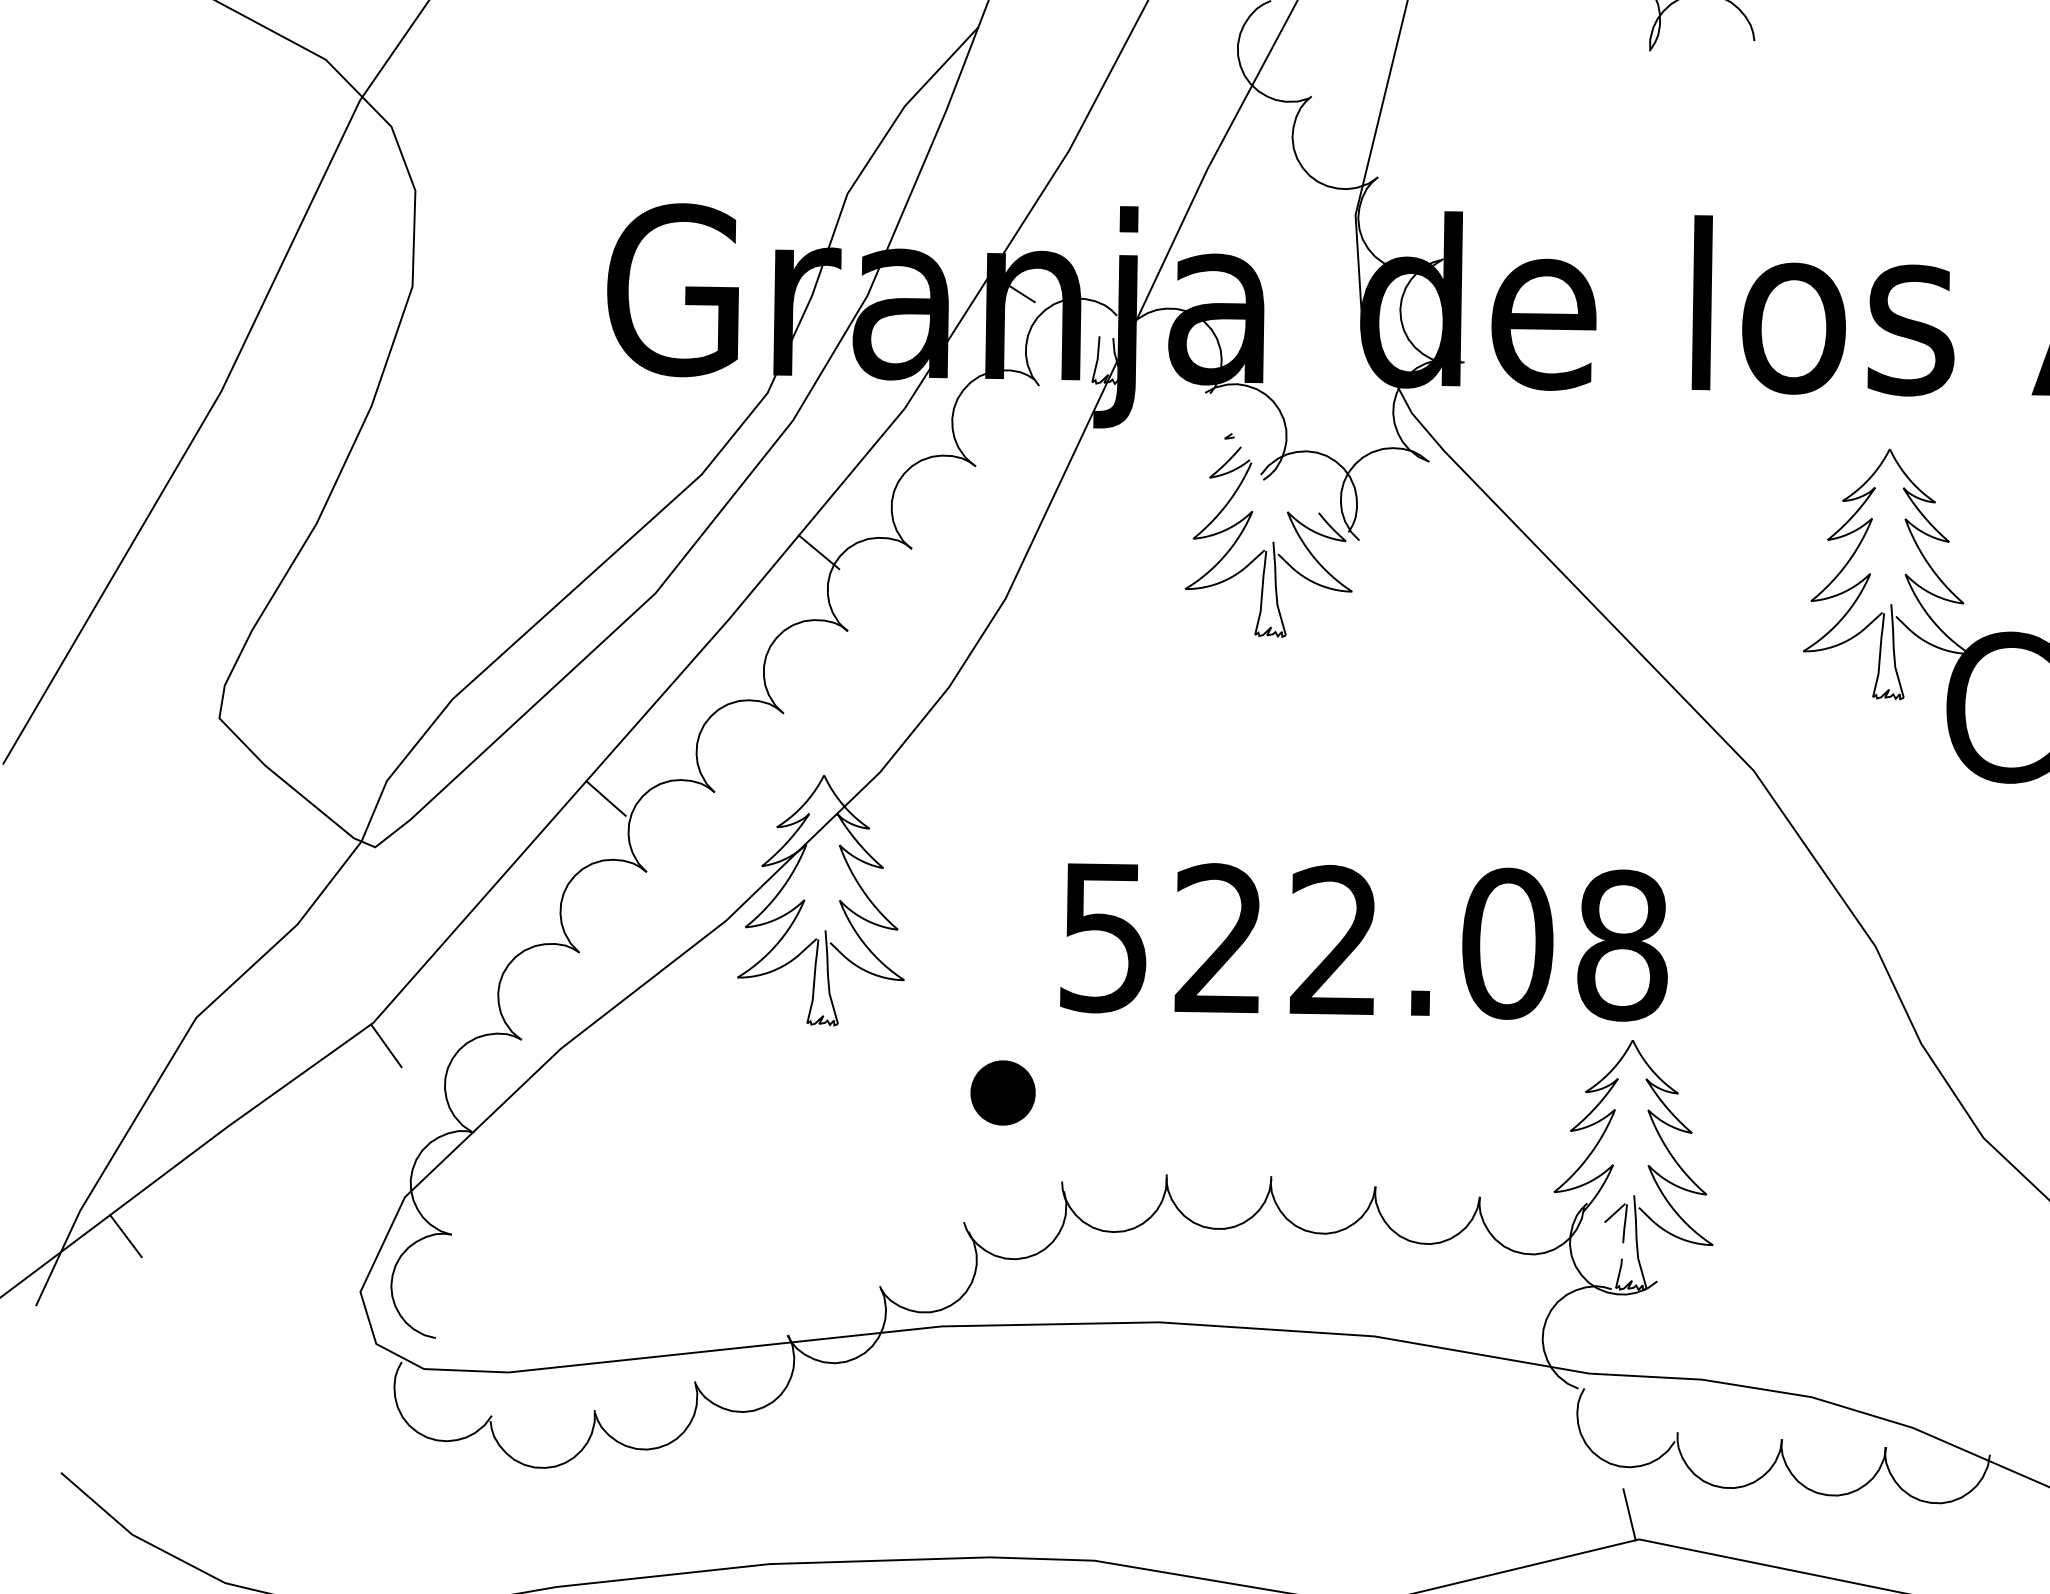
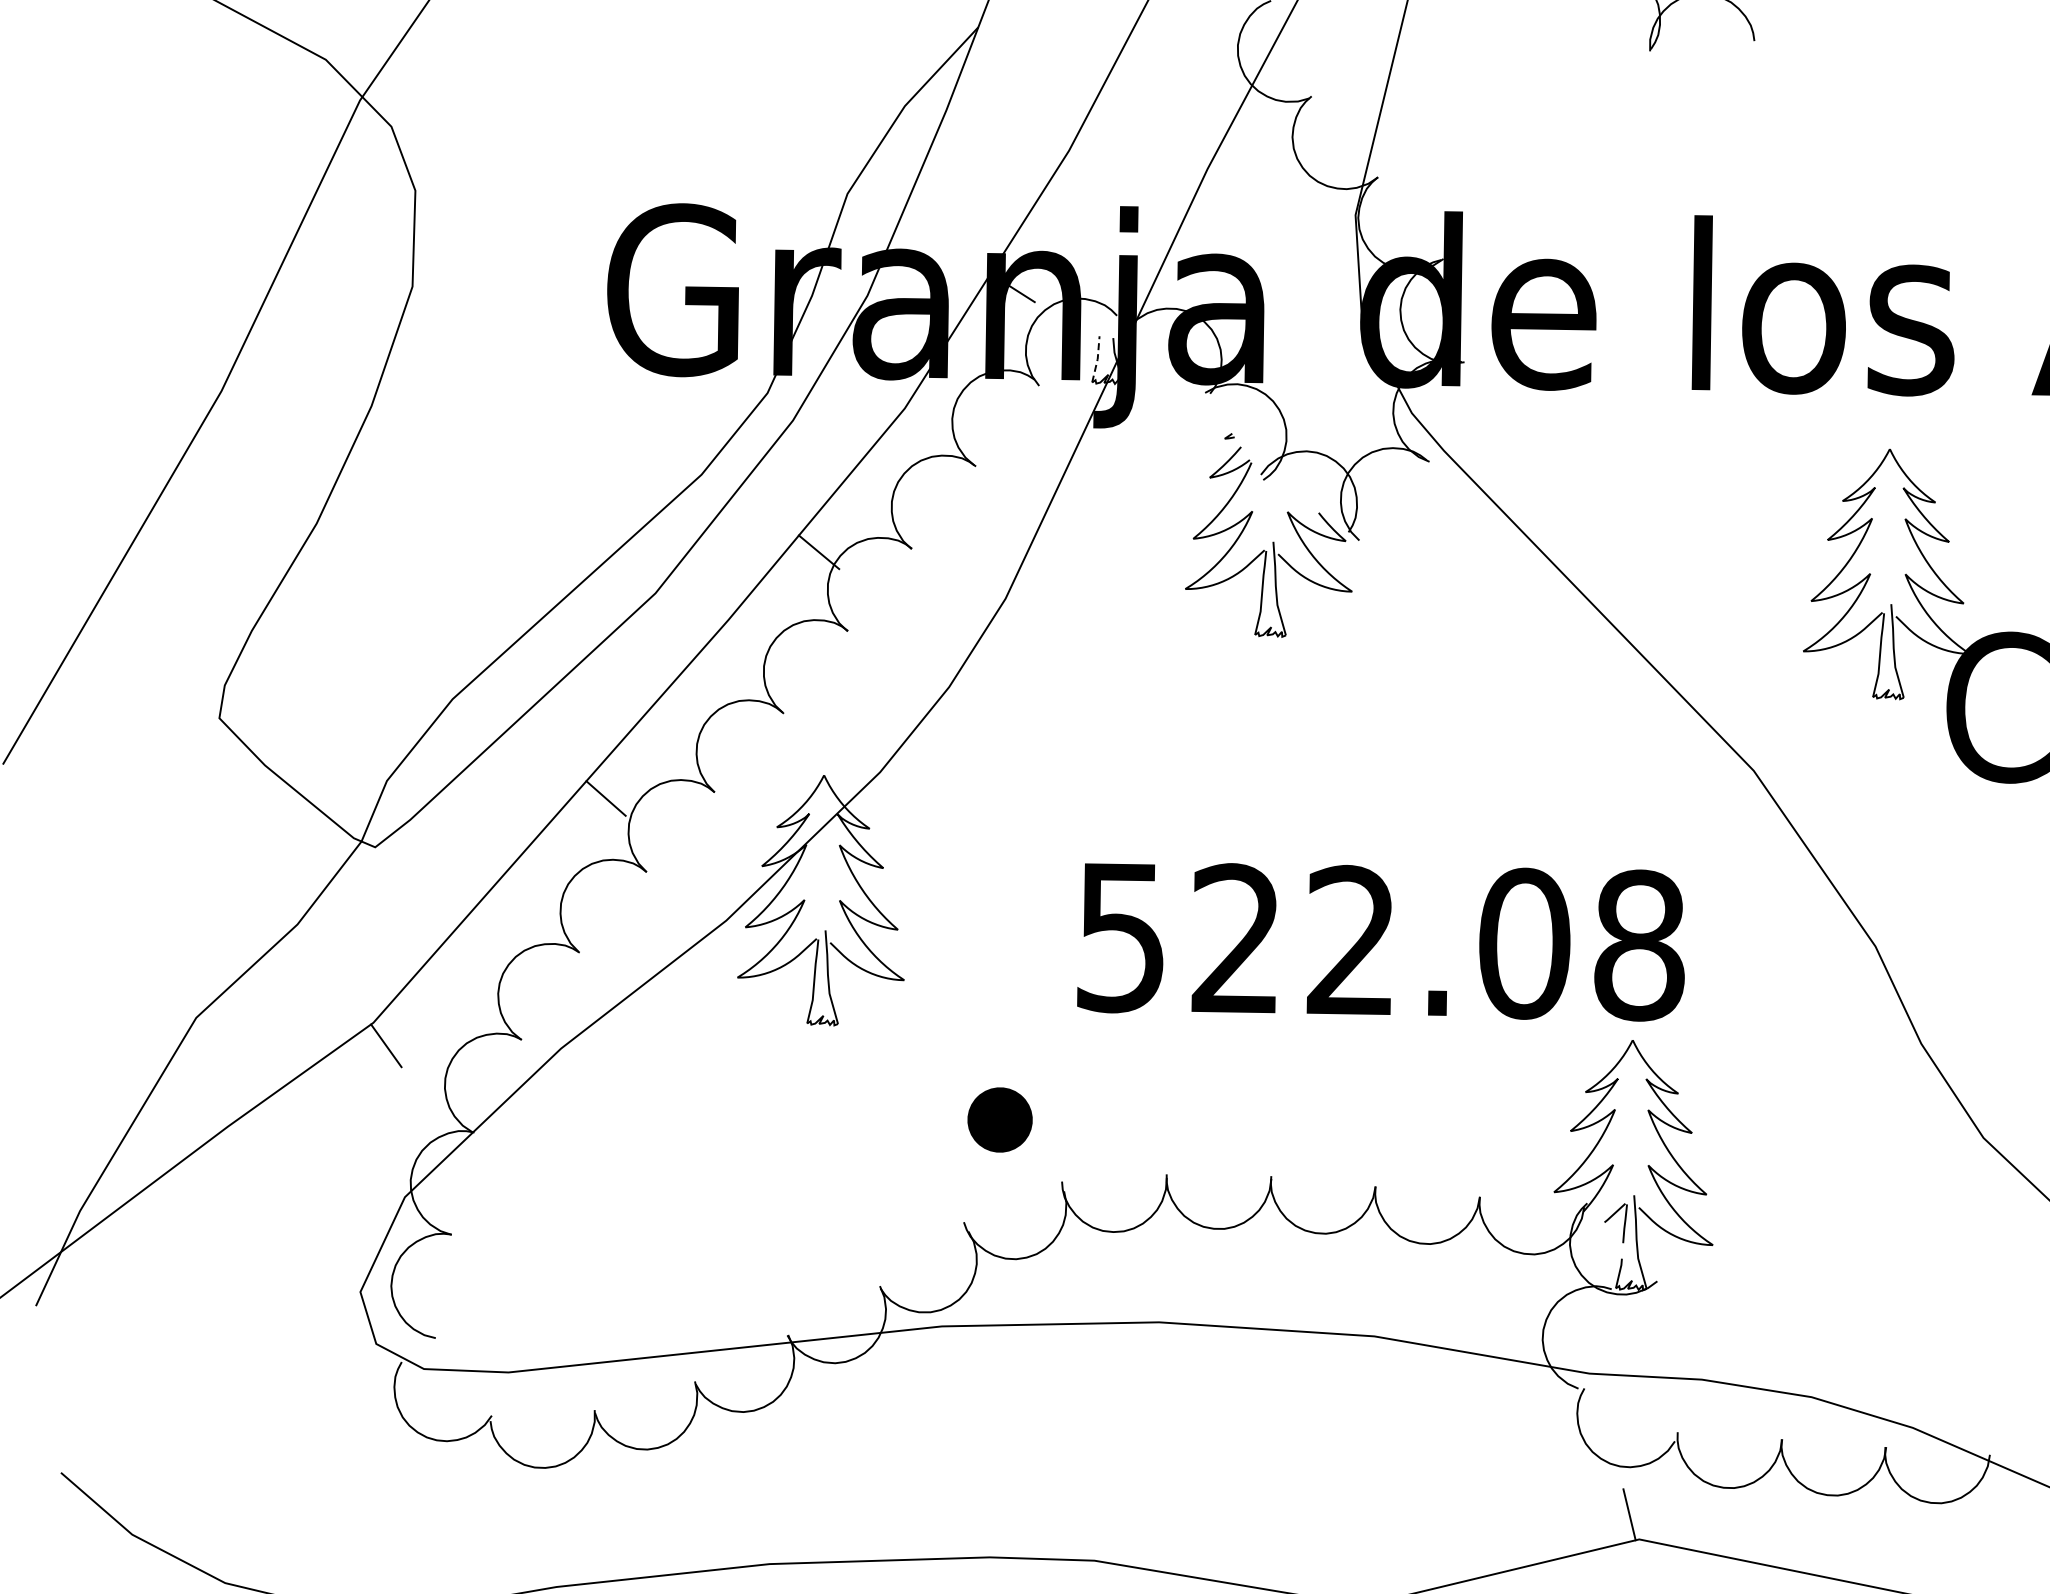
line at (1097, 359): solid -> dashed
text at (1363, 942) position: (1363, 942) -> (1380, 942)
part at (1002, 1092) position: (1002, 1092) -> (999, 1119)
line at (125, 1236): present -> none
